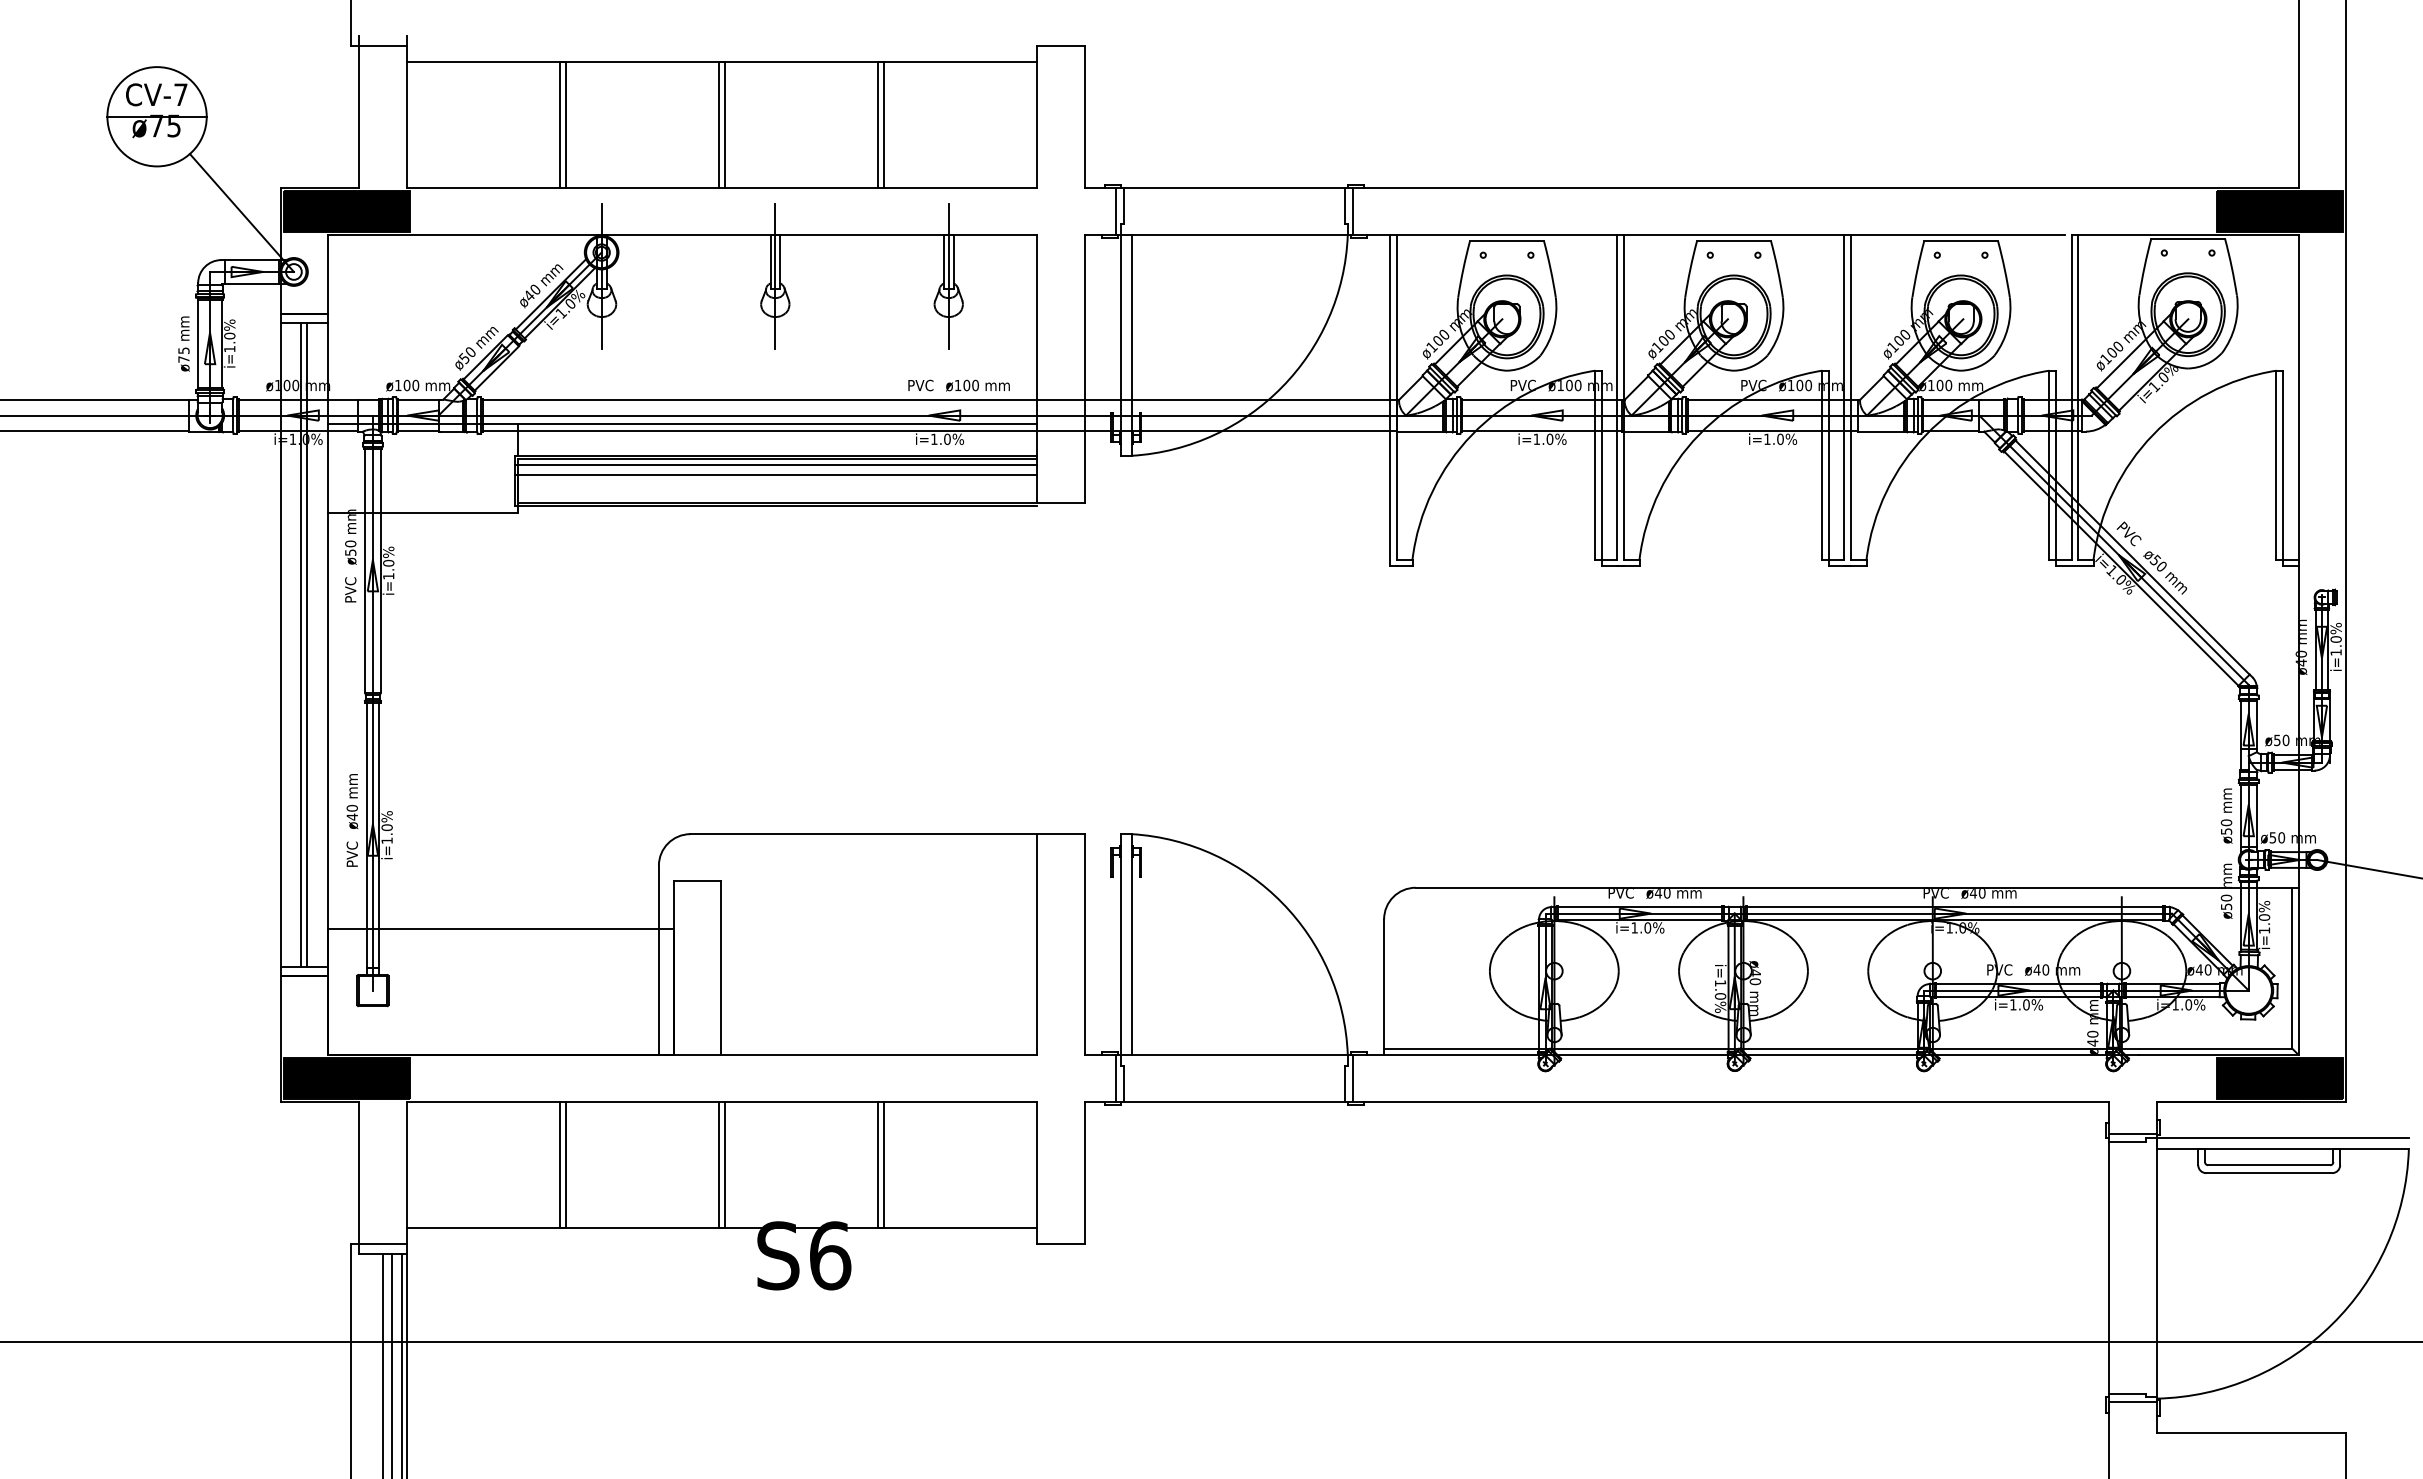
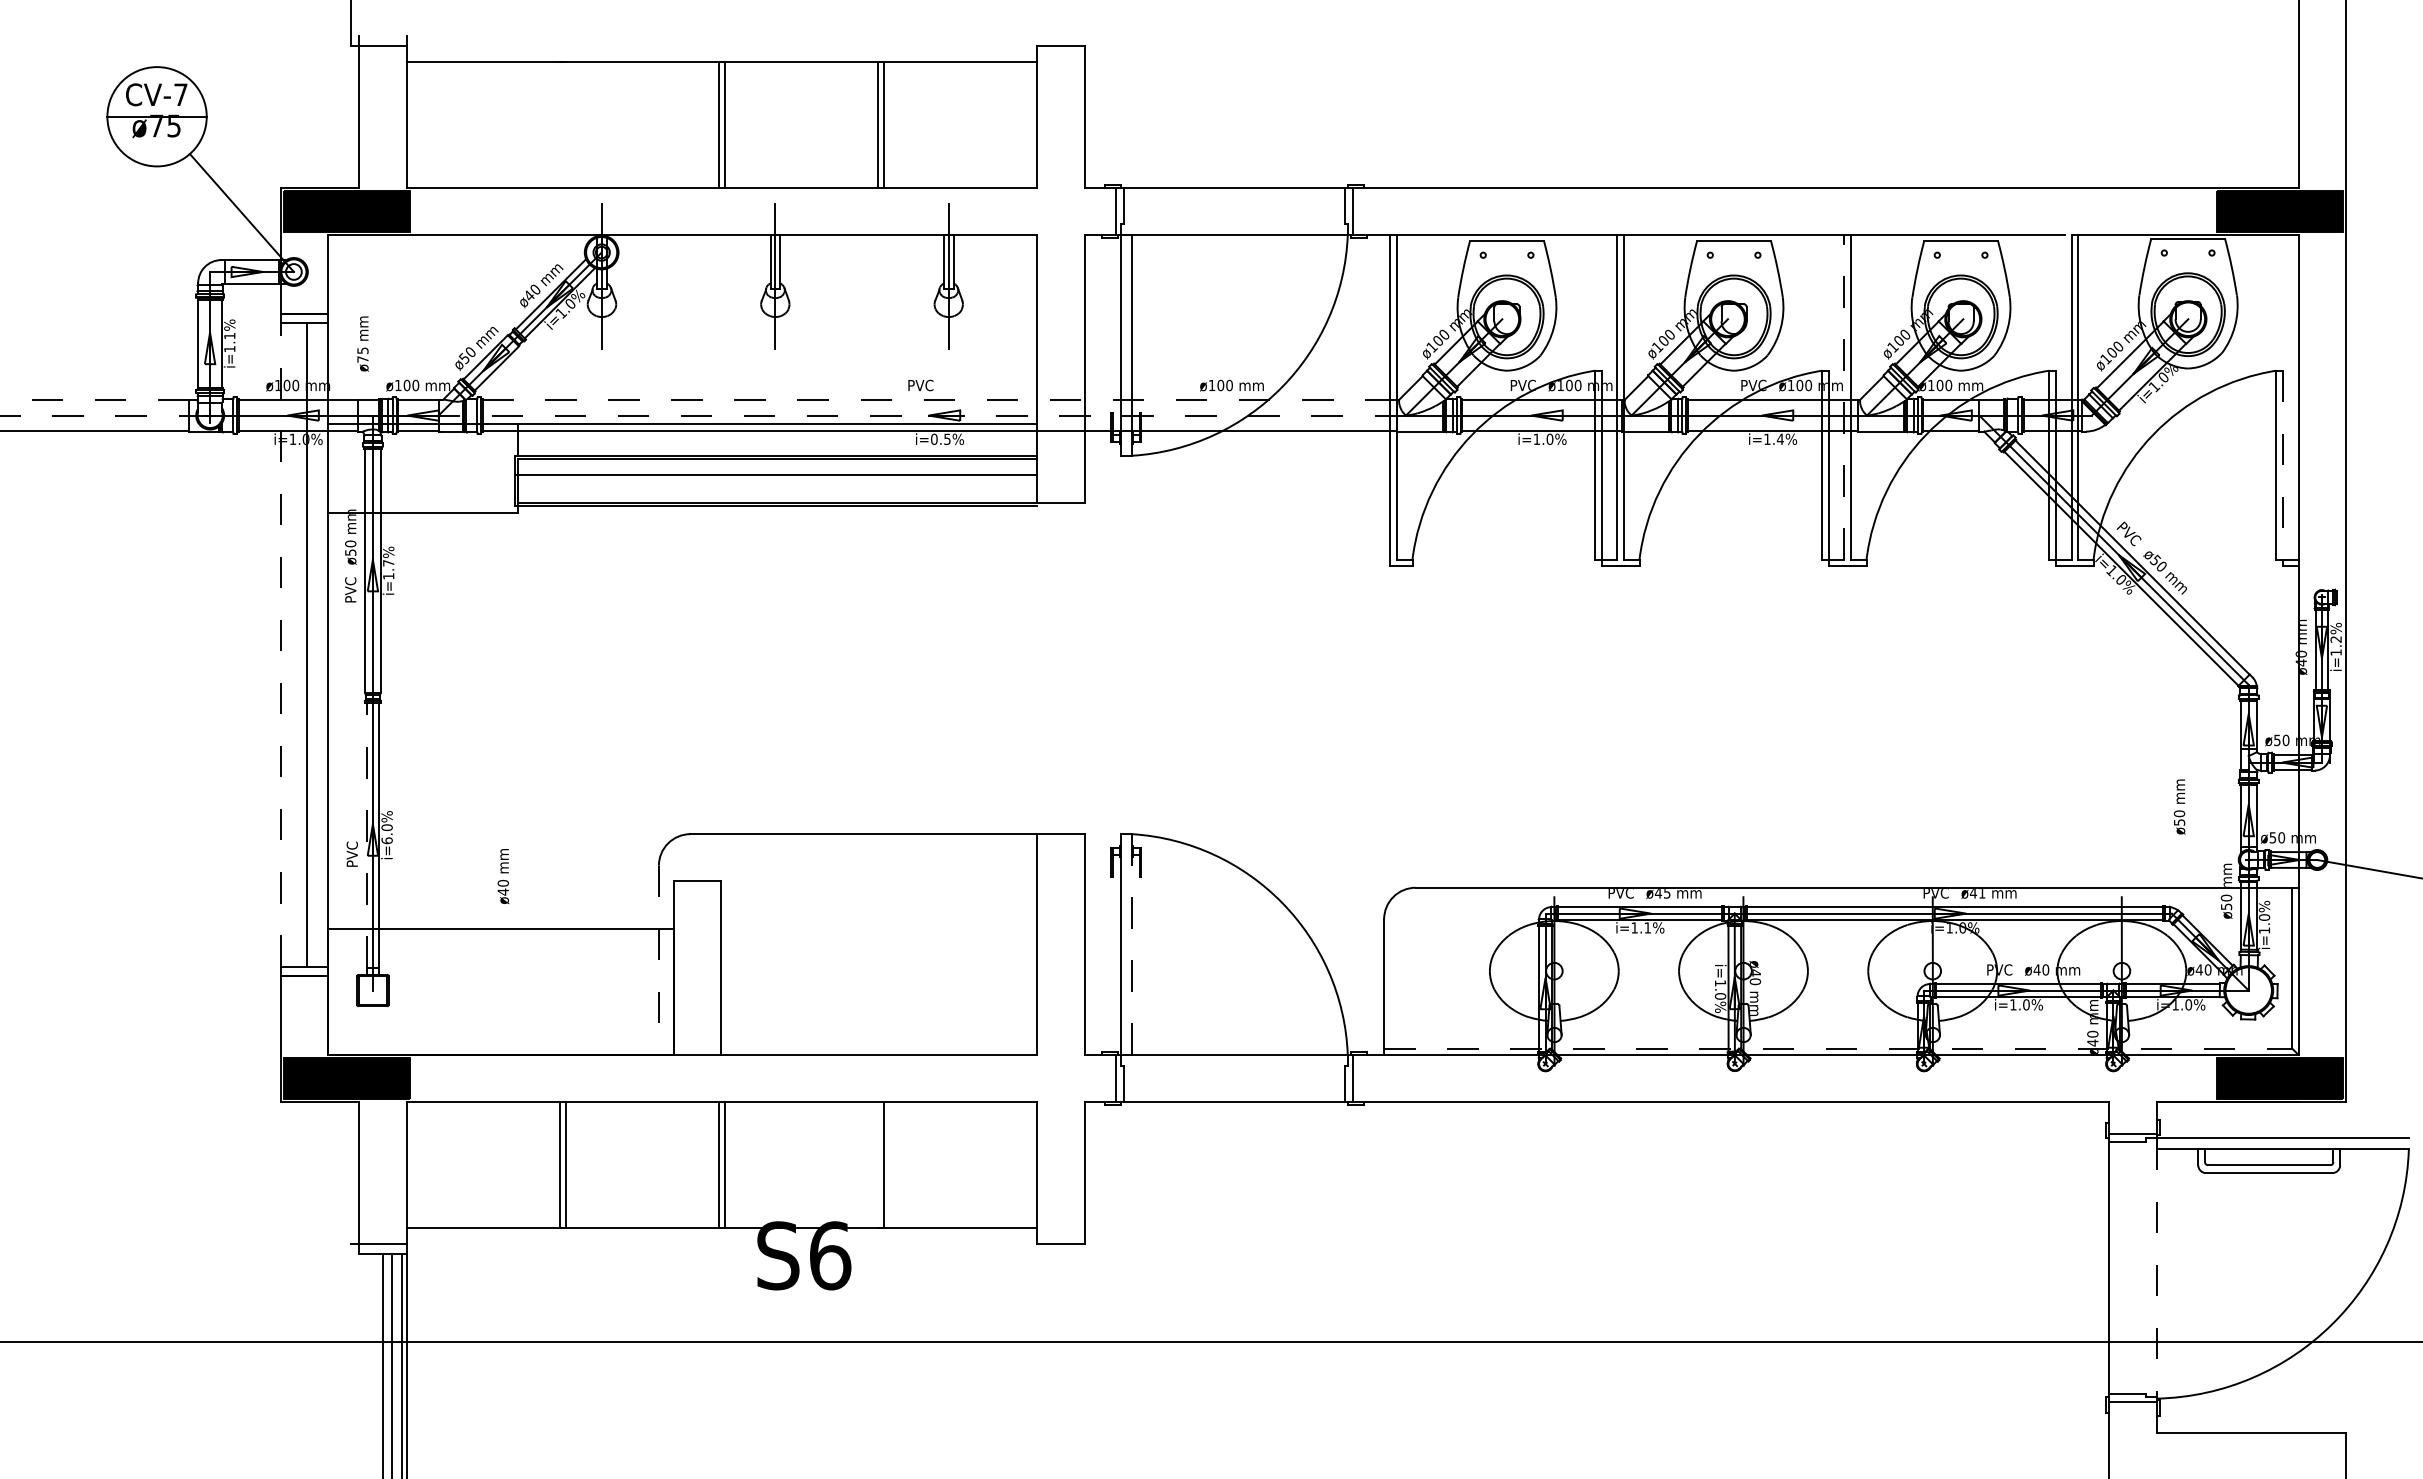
line at (559, 124): present -> none
line at (565, 124): present -> none
text at (229, 335): i=1.0% -> i=1.1%
text at (183, 343) position: (183, 343) -> (362, 343)
text at (977, 385) position: (977, 385) -> (1231, 385)
line at (1844, 396): solid -> dashed
line at (94, 399): solid -> dashed
line at (939, 399): solid -> dashed
line at (105, 415): solid -> dashed
line at (922, 415): solid -> dashed
text at (940, 439): i=1.0% -> i=0.5%
text at (1780, 439): i=1.0% -> i=1.4%
line at (775, 465): present -> none
line at (2282, 465): solid -> dashed
text at (388, 562): i=1.0% -> i=1.7%
text at (2335, 639): i=1.0% -> i=1.2%
line at (280, 644): solid -> dashed
line at (301, 644): present -> none
text at (352, 801) position: (352, 801) -> (503, 876)
text at (2226, 815) position: (2226, 815) -> (2179, 806)
line at (366, 834): solid -> dashed
text at (386, 840): i=1.0% -> i=6.0%
text at (1666, 893): ø40 -> ø45
text at (1981, 893): ø40 -> ø41
text at (1647, 927): i=1.0% -> i=1.1%
line at (1131, 945): solid -> dashed
line at (658, 960): solid -> dashed
line at (1838, 1048): solid -> dashed
line at (878, 1165): present -> none
line at (2156, 1268): solid -> dashed
line at (351, 1359): present -> none
